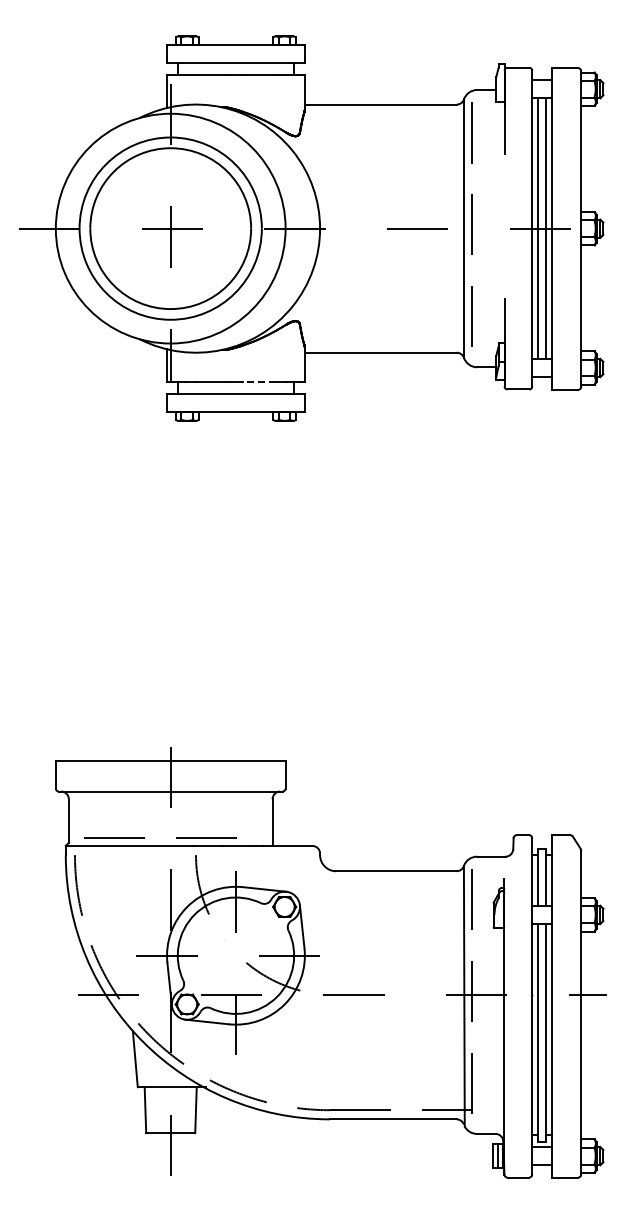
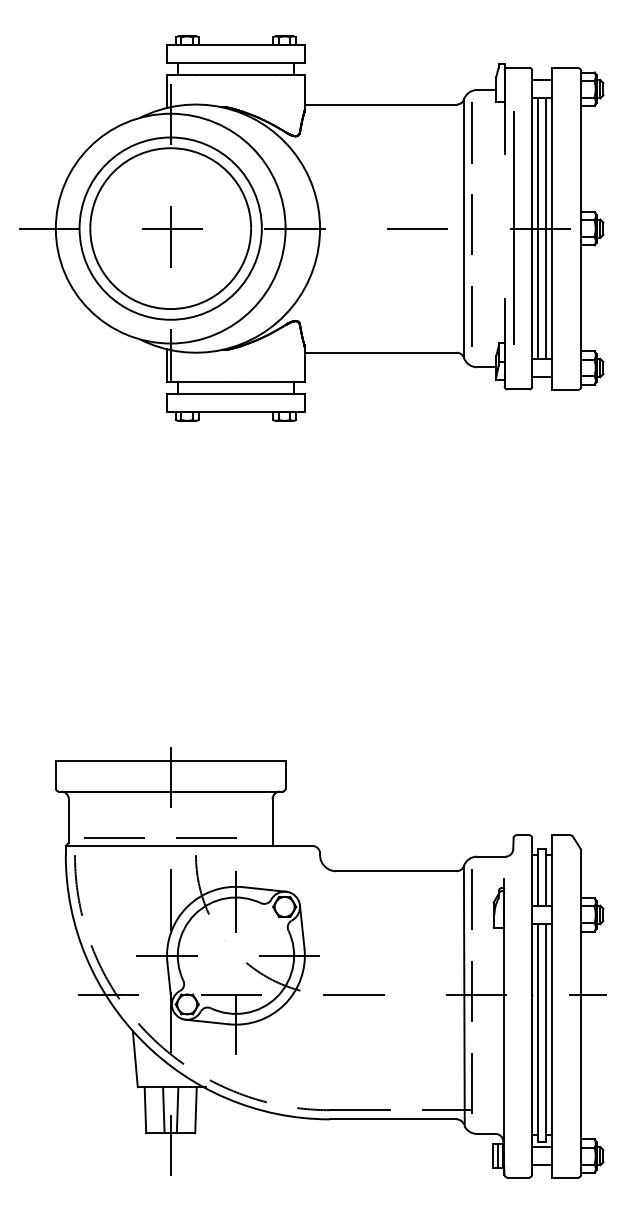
line at (513, 228): none -> present
line at (259, 381): dashed -> solid
line at (163, 1110): none -> present
line at (177, 1110): none -> present
